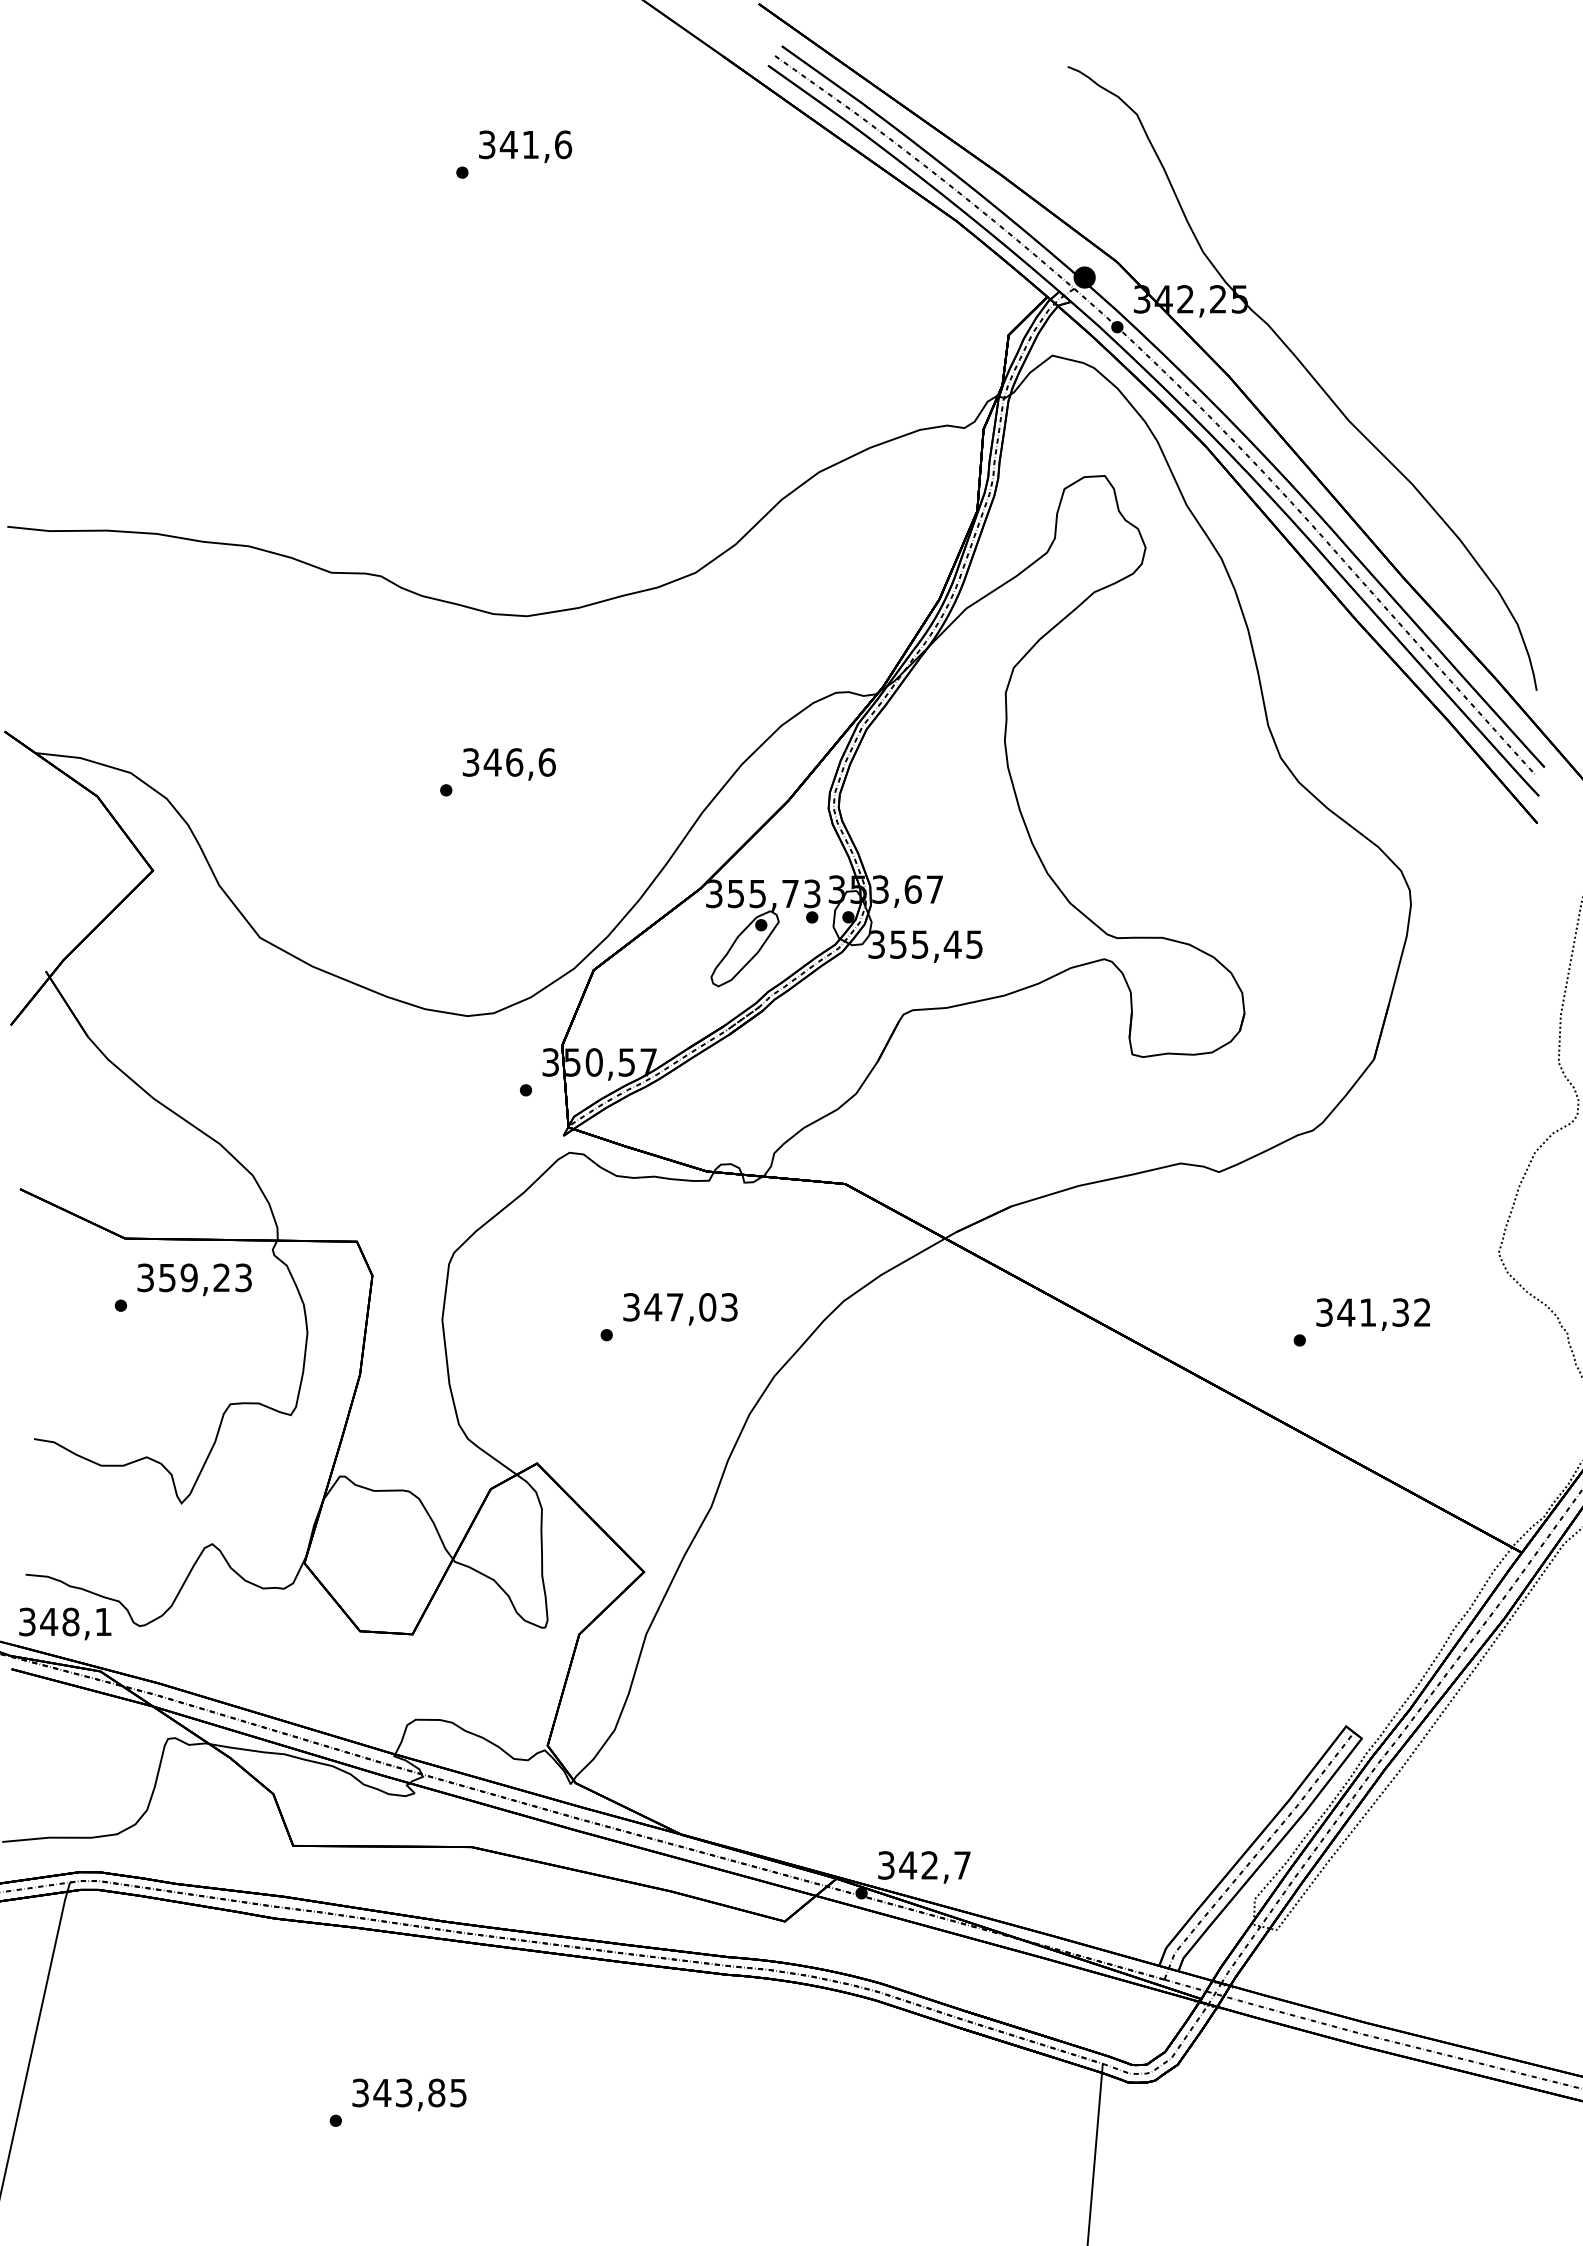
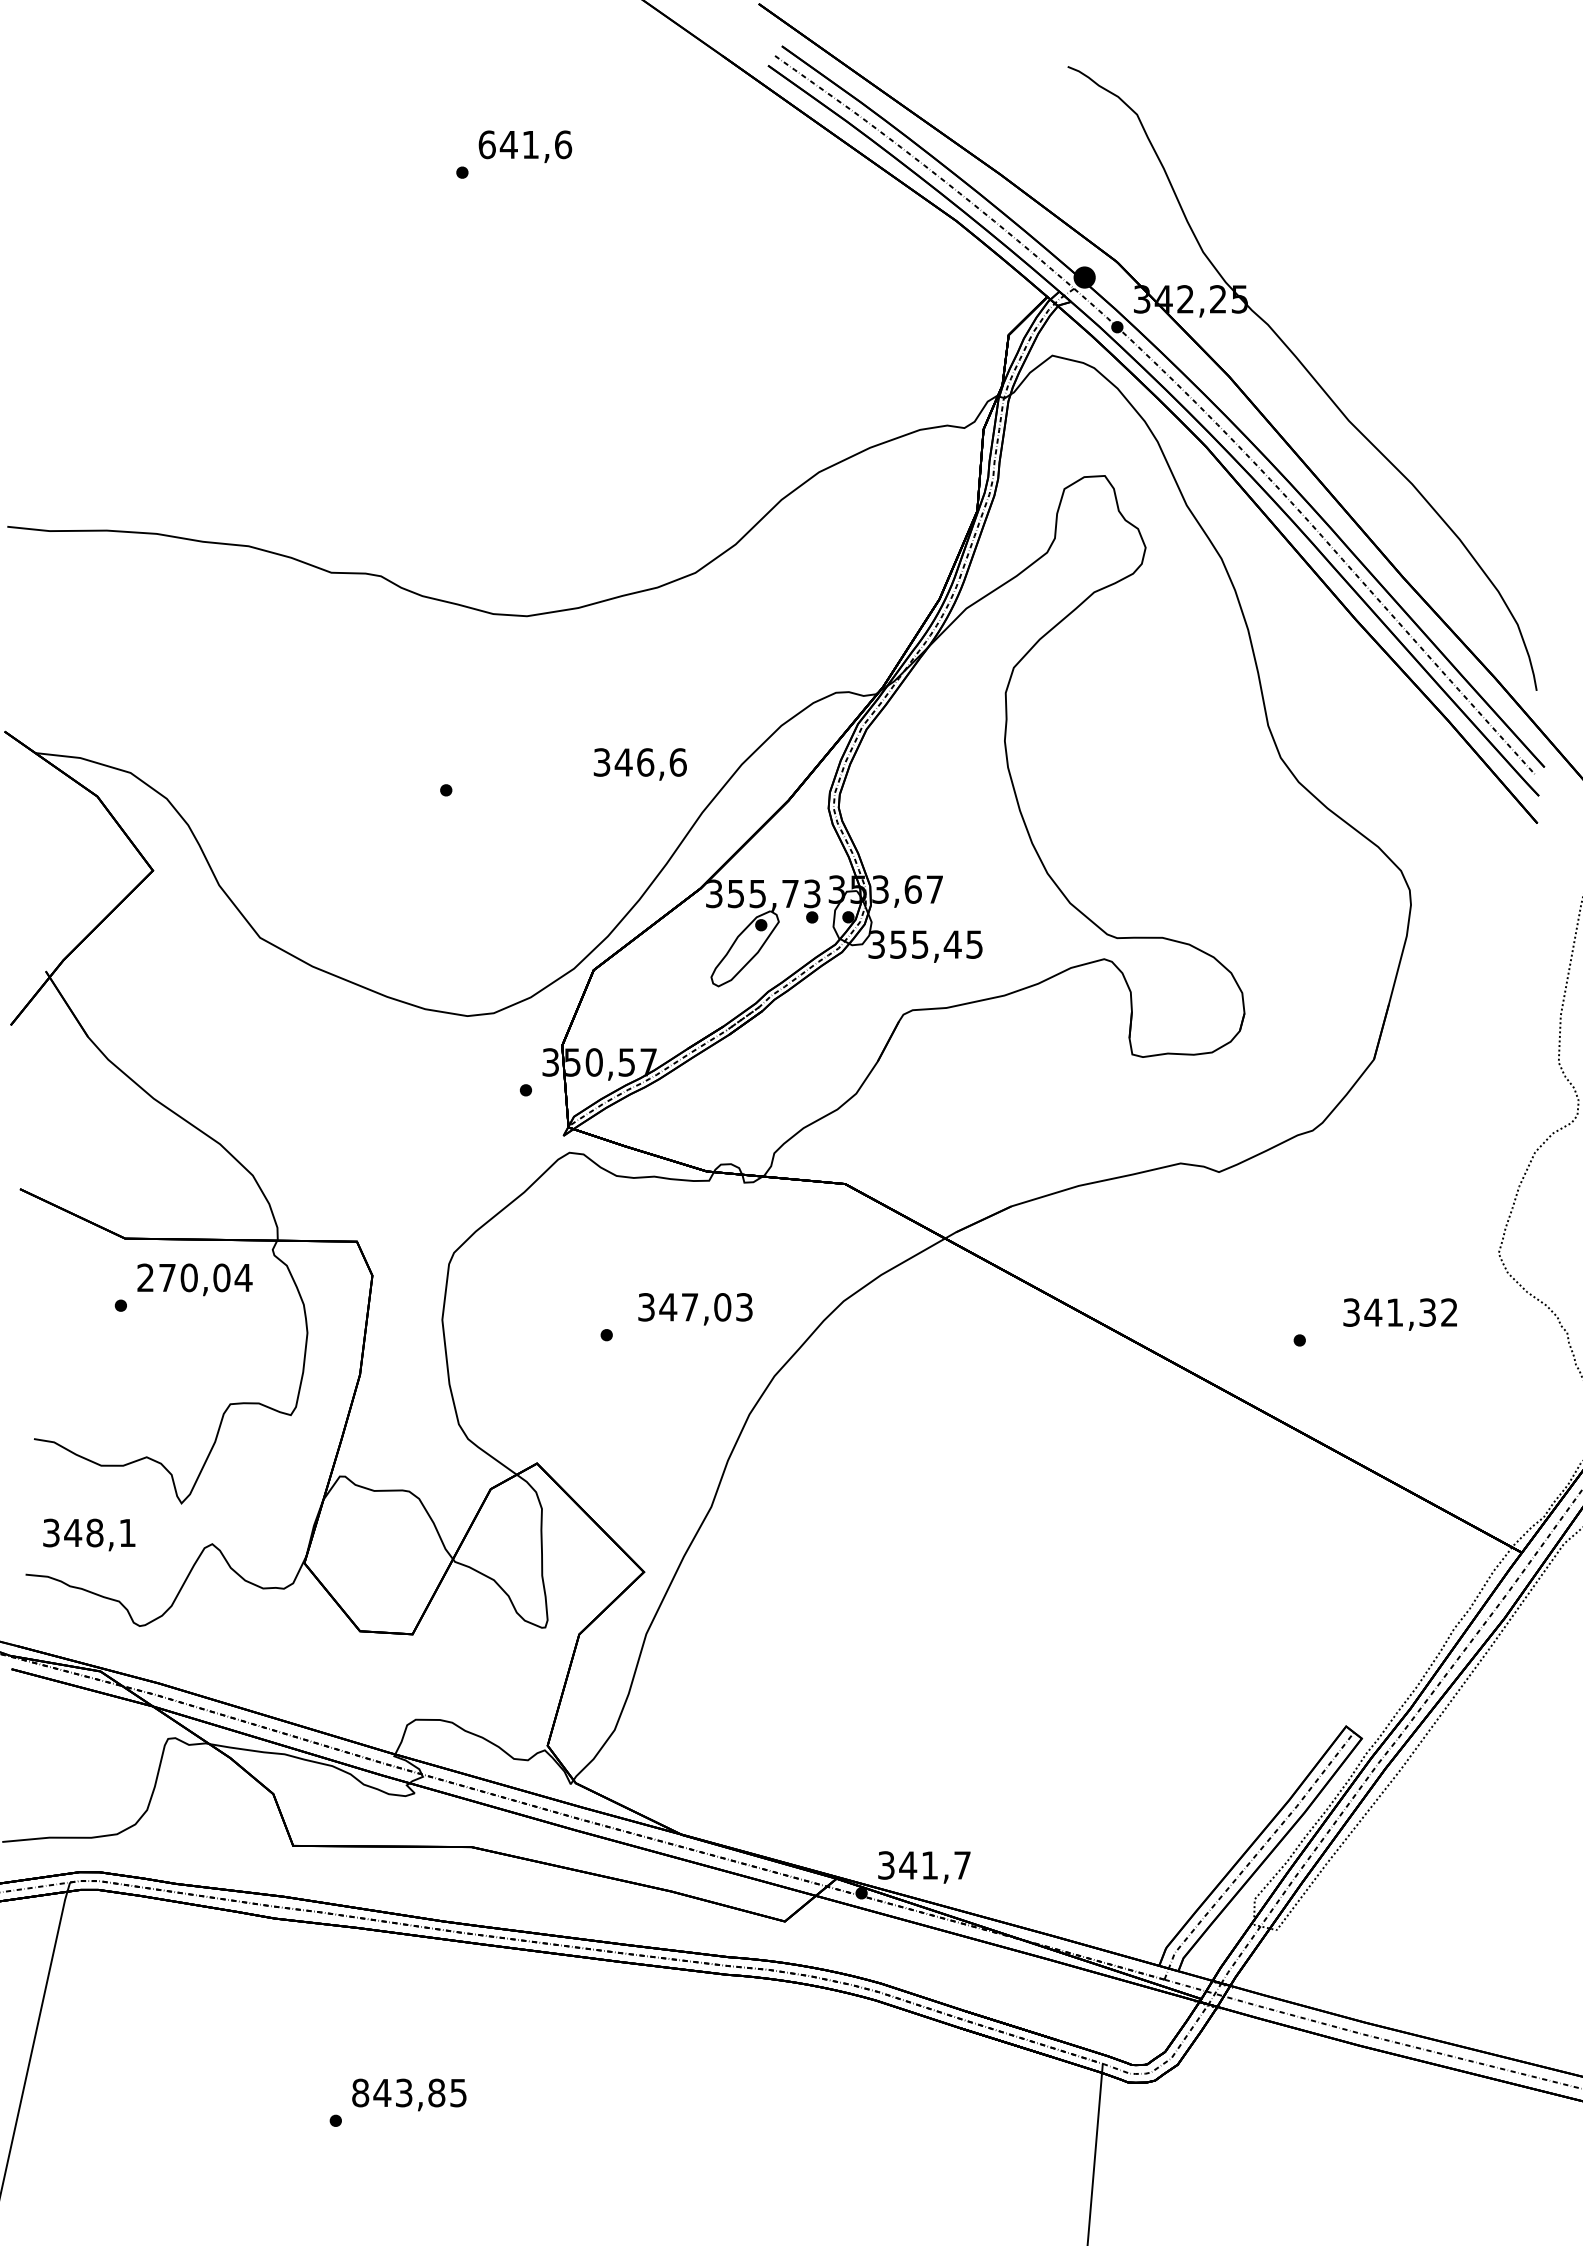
text at (486, 144): 341,6 -> 641,6
text at (508, 764) position: (508, 764) -> (639, 764)
text at (194, 1277): 359,23 -> 270,04
text at (680, 1309) position: (680, 1309) -> (695, 1309)
text at (1372, 1314) position: (1372, 1314) -> (1399, 1314)
text at (65, 1623) position: (65, 1623) -> (89, 1534)
text at (929, 1865): 342,7 -> 341,7
text at (360, 2092): 343,85 -> 843,85
